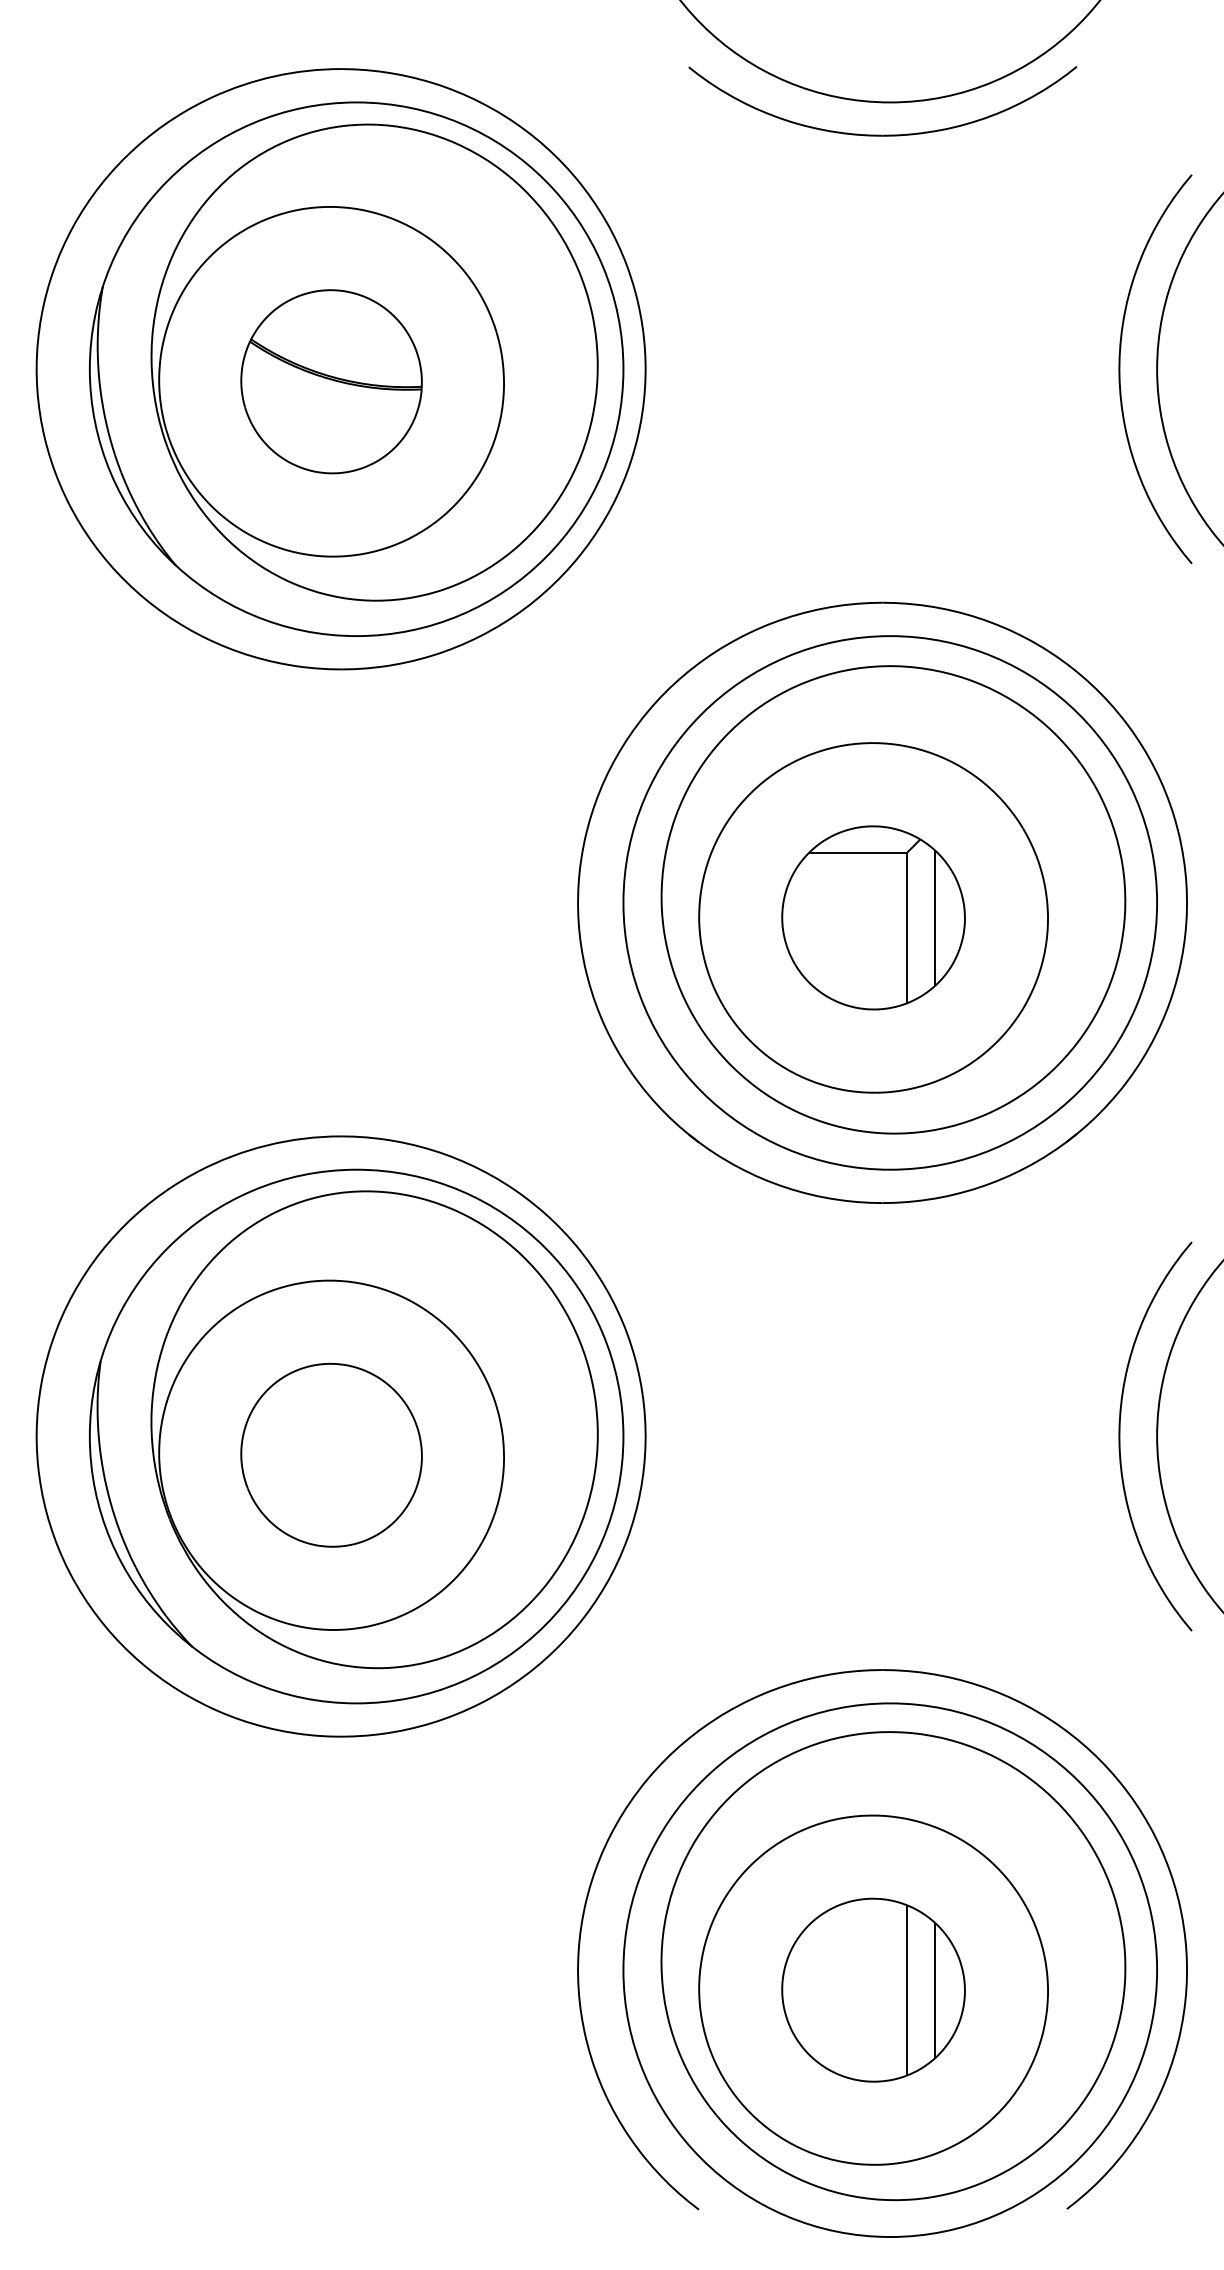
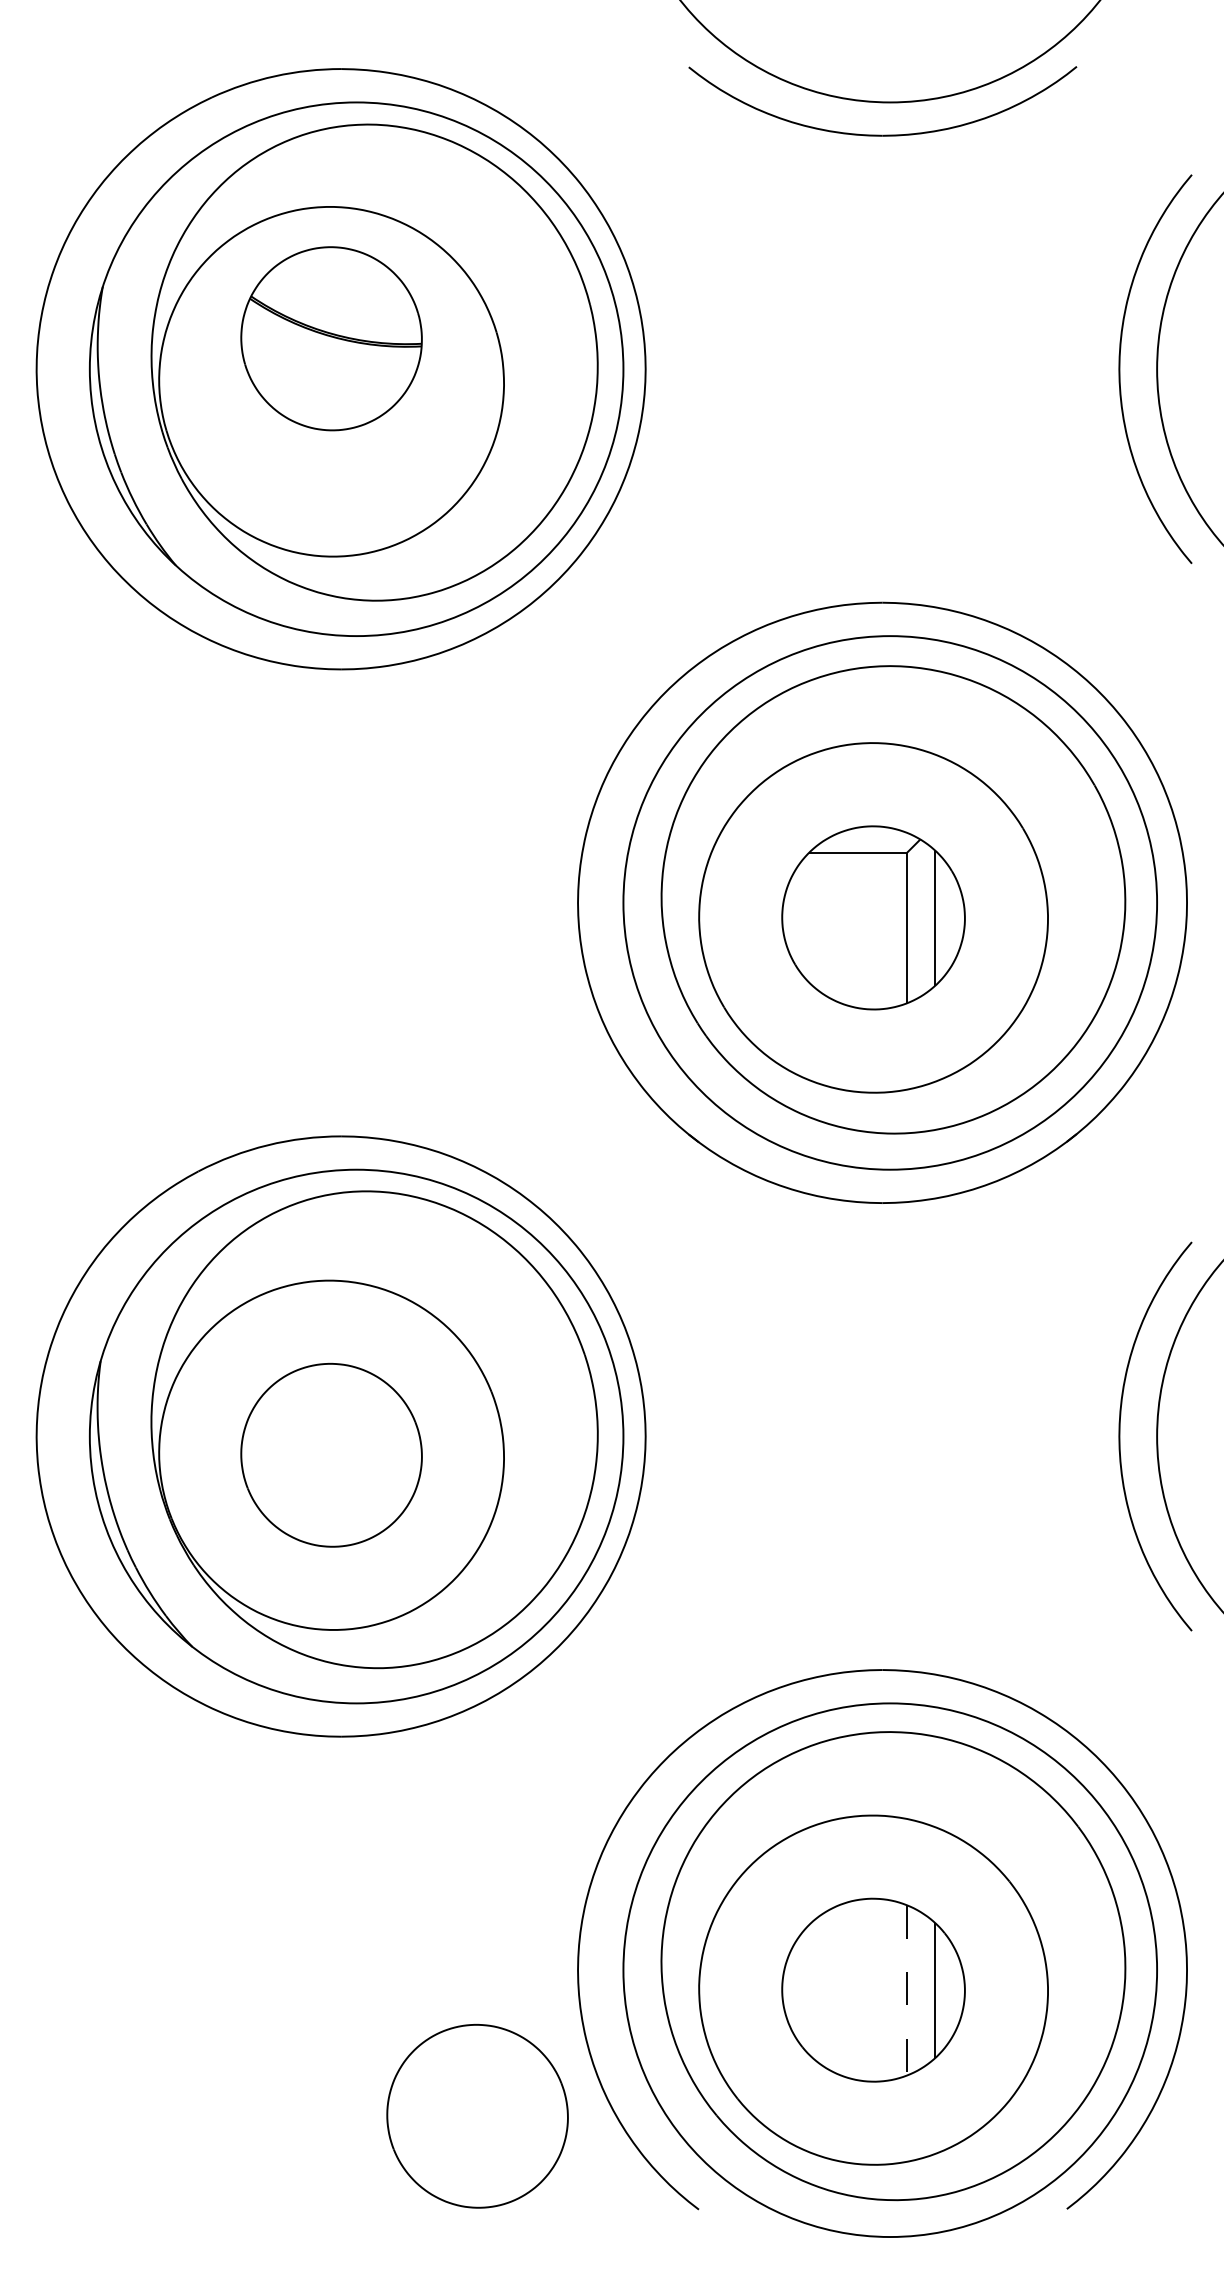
part at (331, 381) position: (331, 381) -> (331, 338)
line at (906, 1990): solid -> dashed
part at (477, 2116): none -> present
